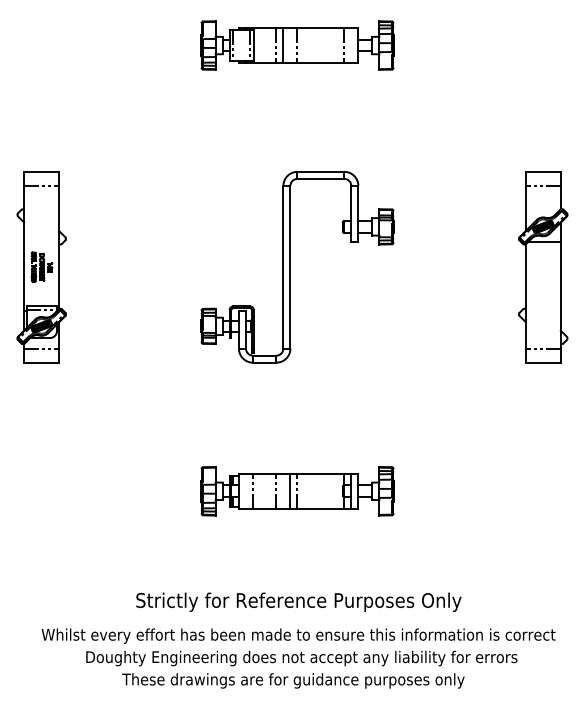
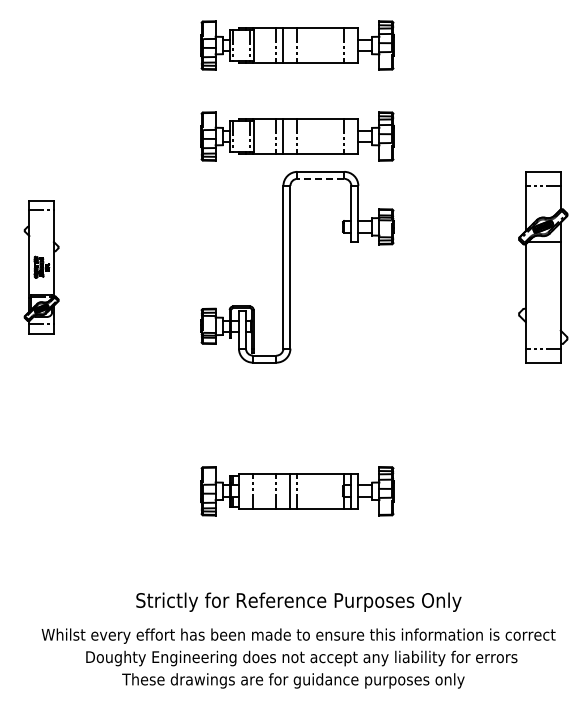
part at (297, 136): none -> present
line at (320, 178): solid -> dashed
part at (41, 267) size: 51x193 px -> 37x135 px
